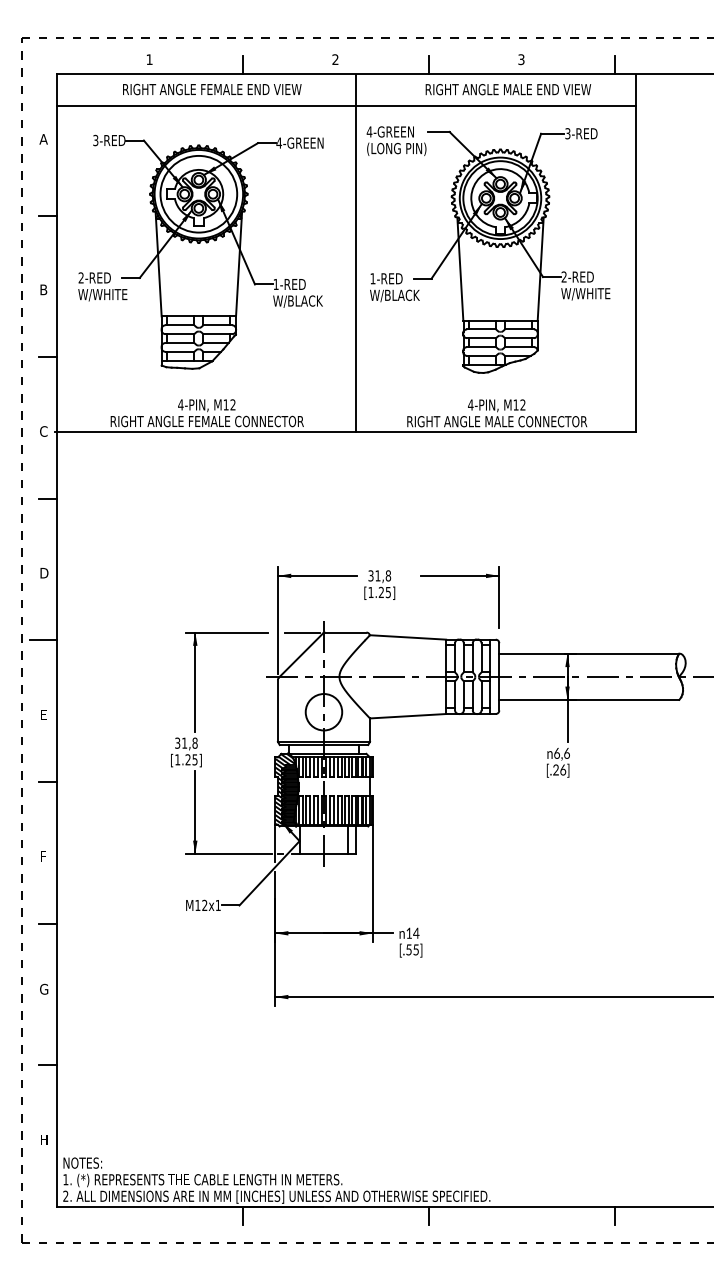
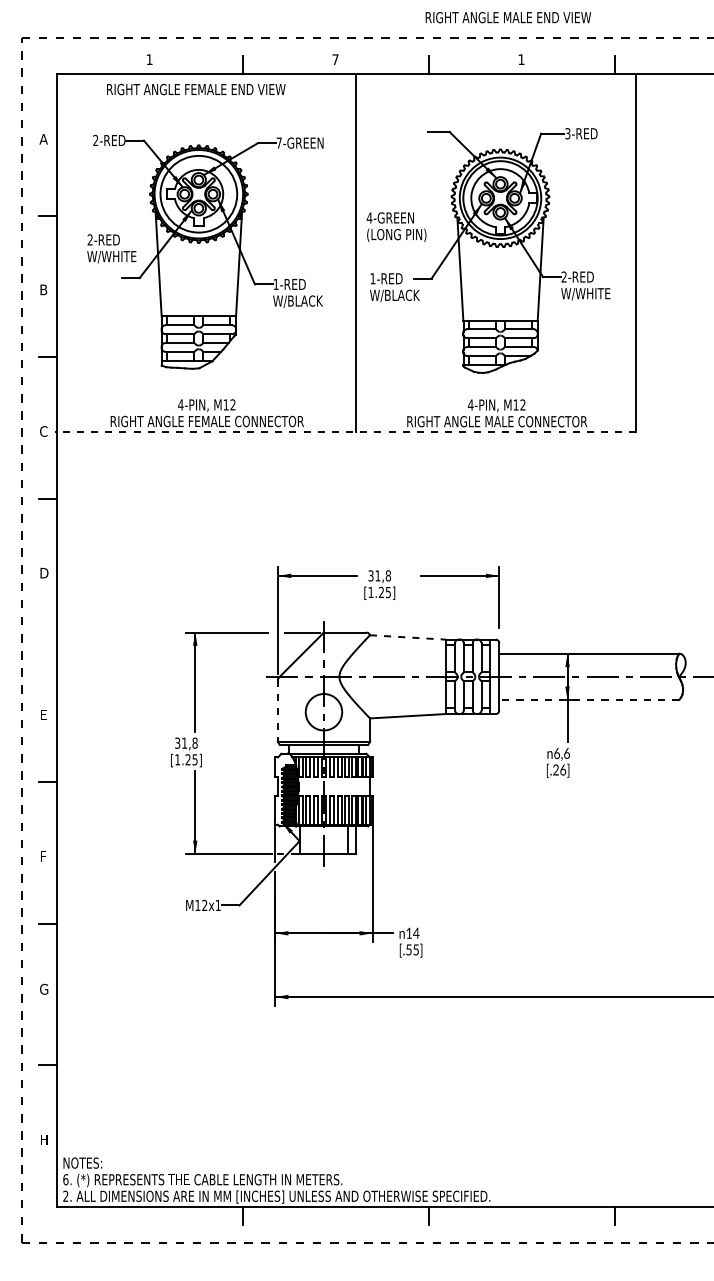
text at (335, 59): 2 -> 7
text at (521, 59): 3 -> 1
text at (212, 89) position: (212, 89) -> (196, 89)
text at (508, 89) position: (508, 89) -> (508, 17)
line at (346, 105): present -> none
text at (95, 140): 3-RED -> 2-RED
text at (396, 140) position: (396, 140) -> (396, 226)
text at (279, 142): 4-GREEN -> 7-GREEN
text at (102, 286) position: (102, 286) -> (111, 248)
line at (345, 431): solid -> dashed
line at (408, 637): solid -> dashed
line at (43, 640): present -> none
line at (588, 699): solid -> dashed
line at (277, 711): solid -> dashed
hatch at (285, 789): present -> none
text at (65, 1179): 1. -> 6.
